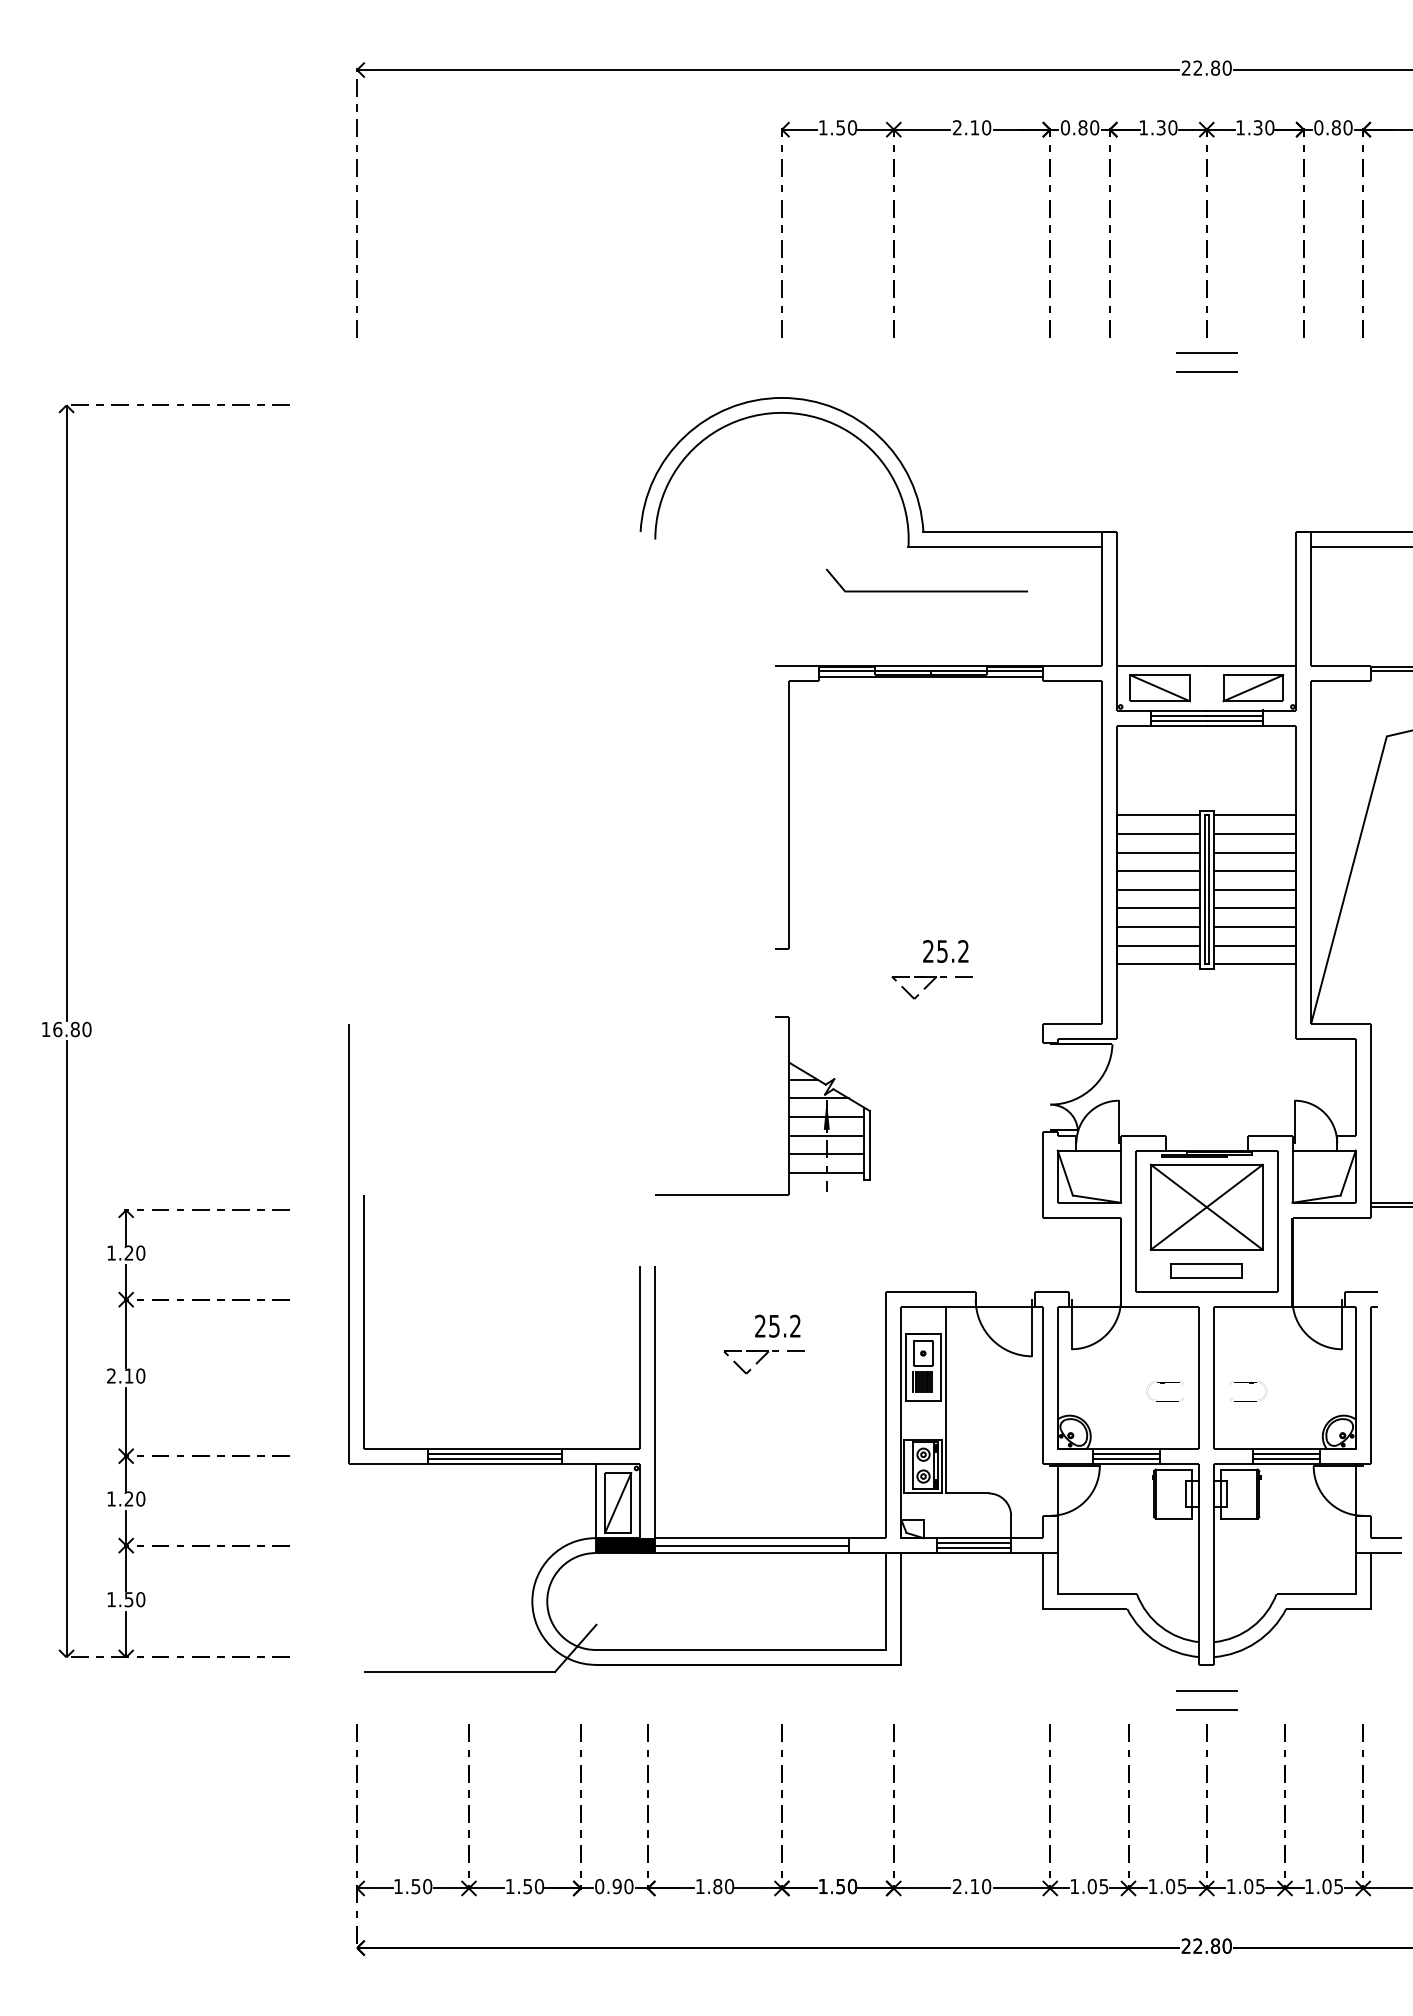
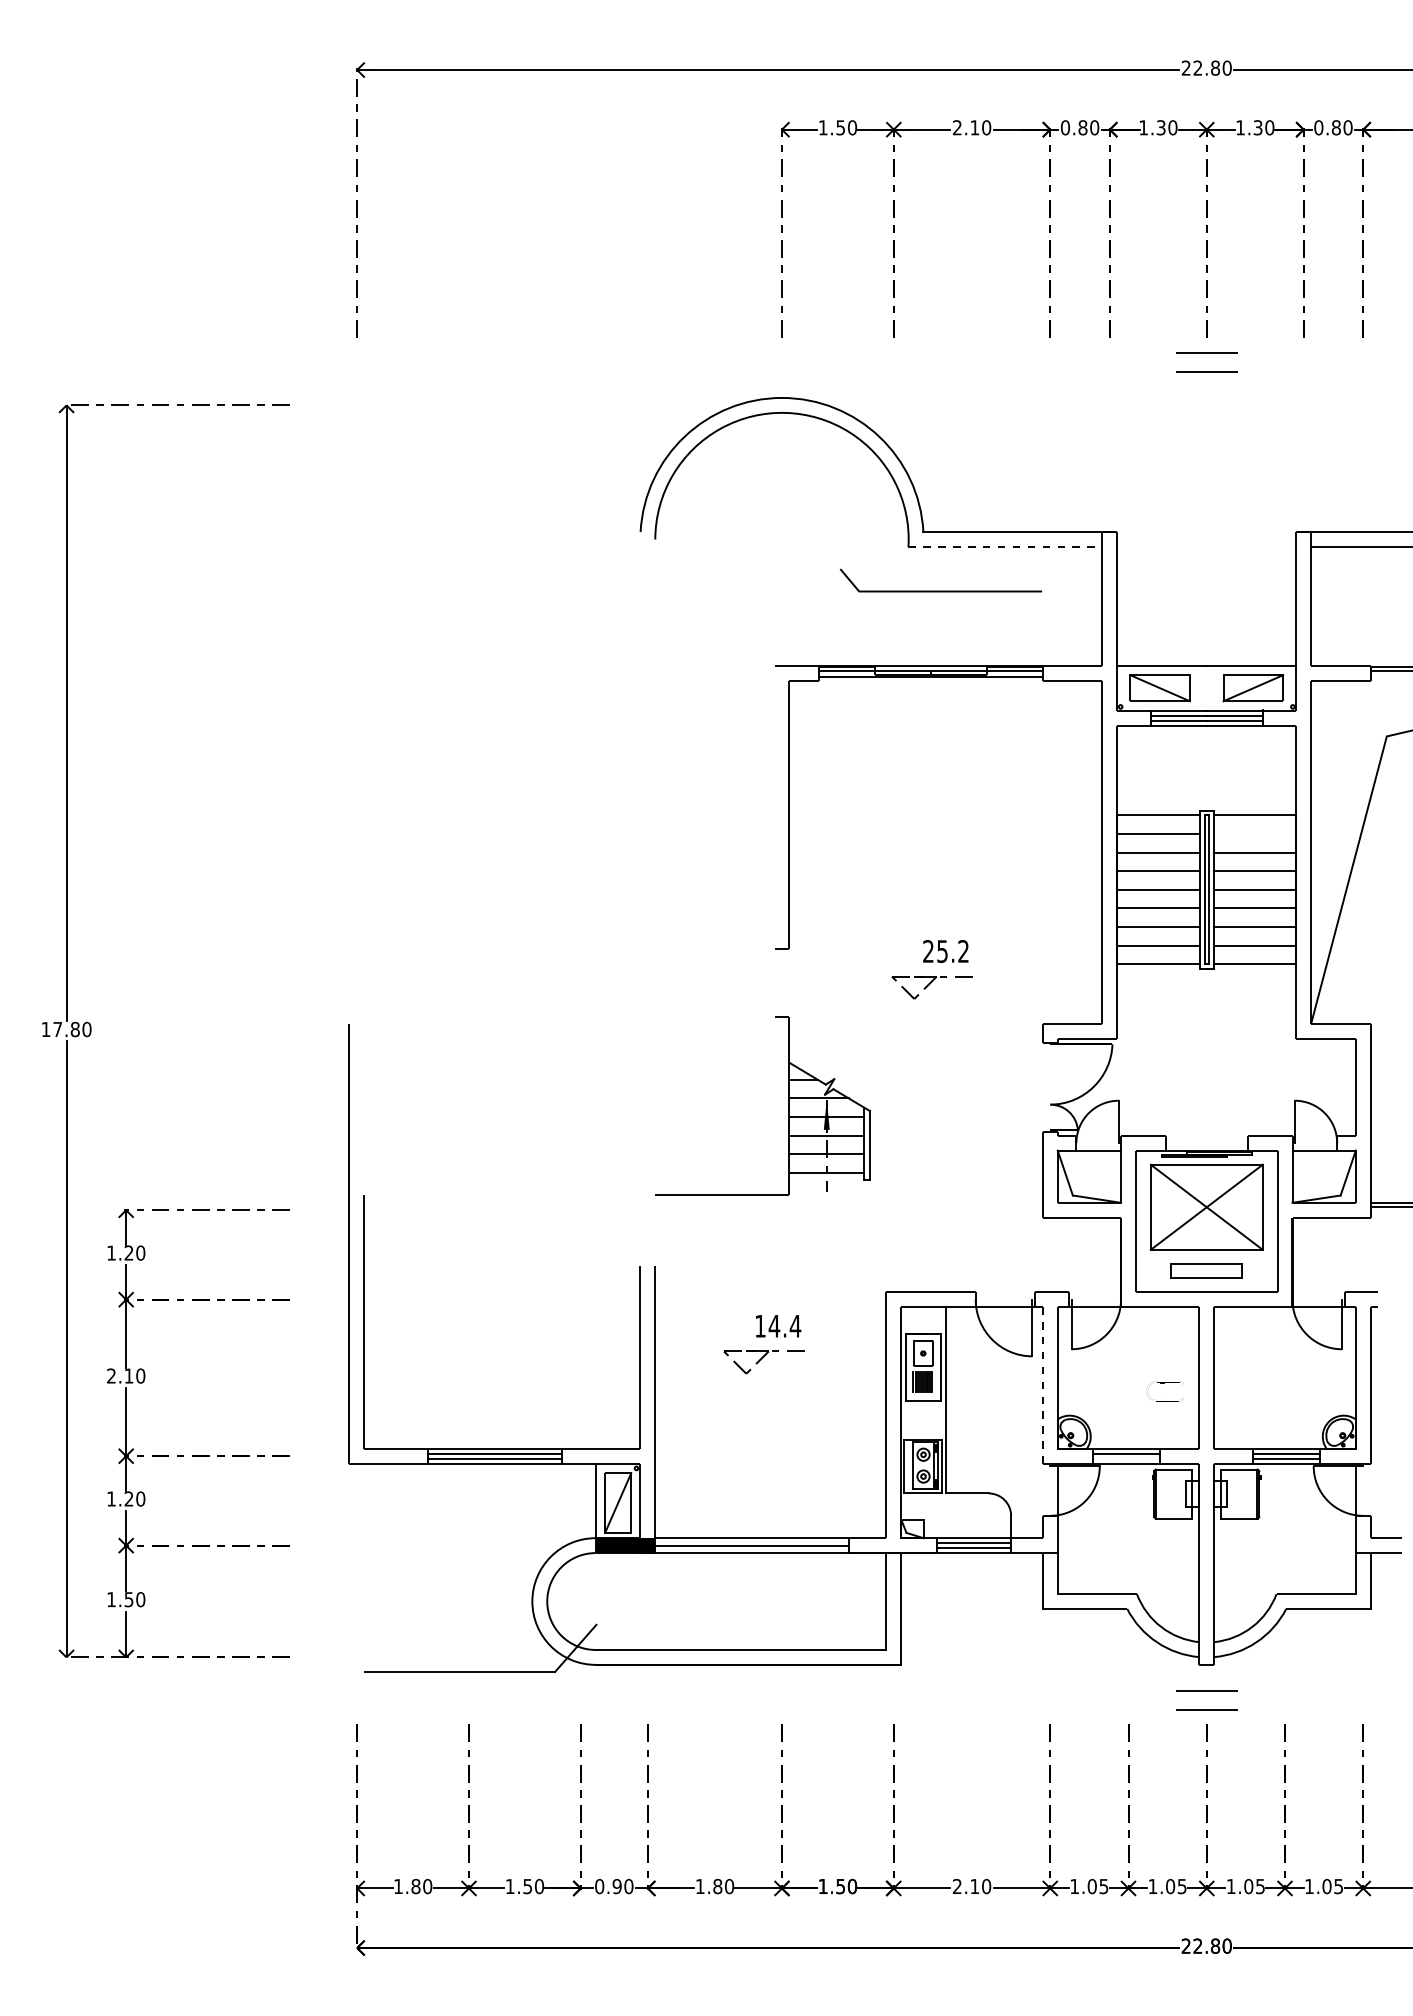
line at (1005, 547): solid -> dashed
line at (926, 590) position: (926, 590) -> (940, 590)
line at (1254, 833): present -> none
text at (57, 1029): 16.80 -> 17.80
text at (778, 1325): 25.2 -> 14.4
part at (1249, 1383): present -> none
line at (1042, 1385): solid -> dashed
line at (1126, 1458): present -> none
text at (415, 1886): 1.50 -> 1.80
